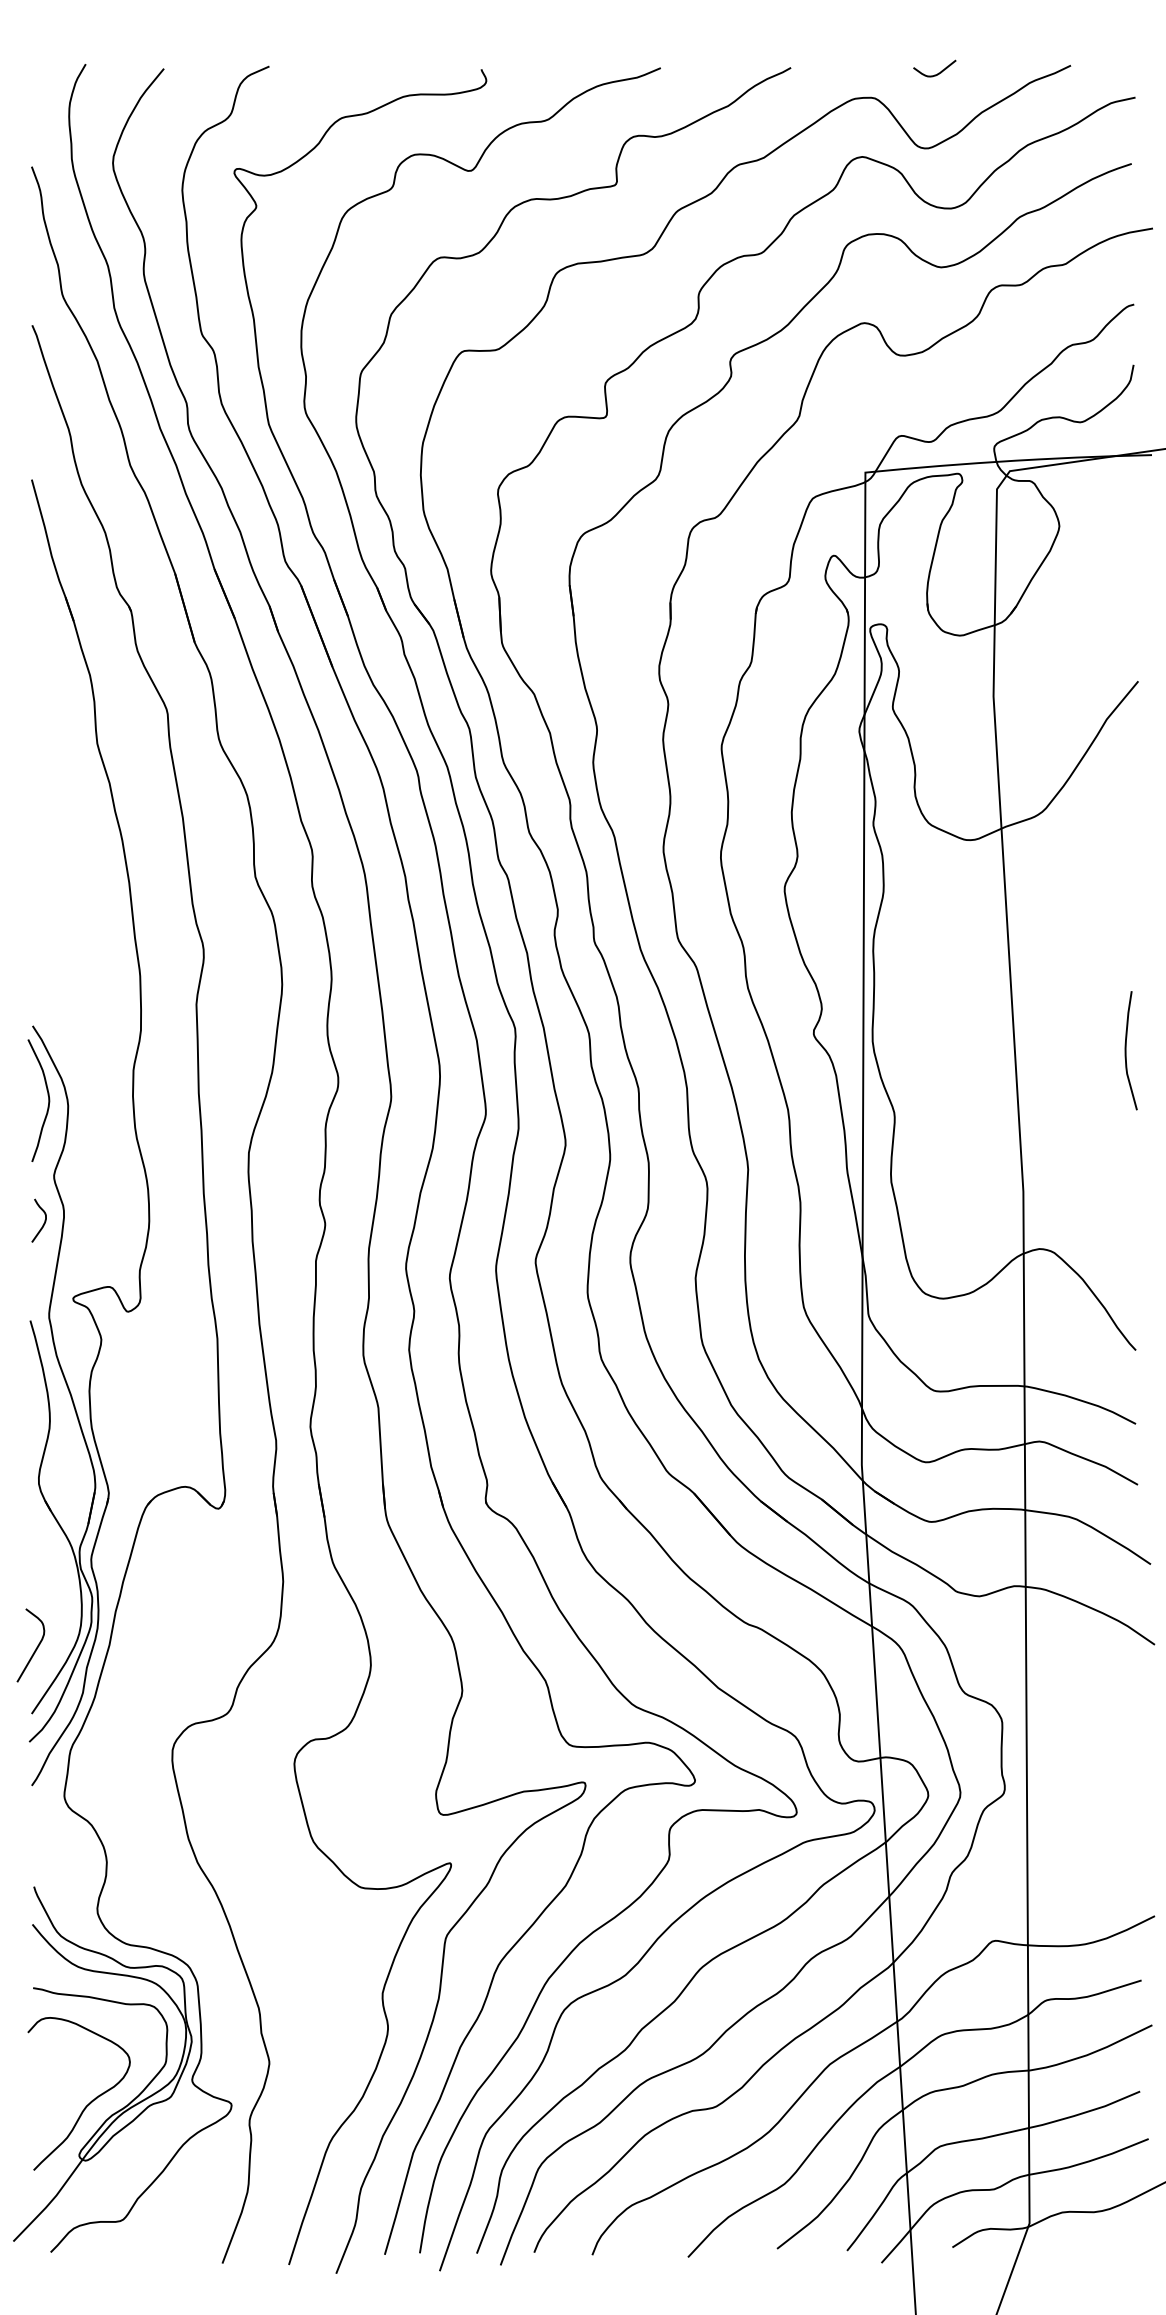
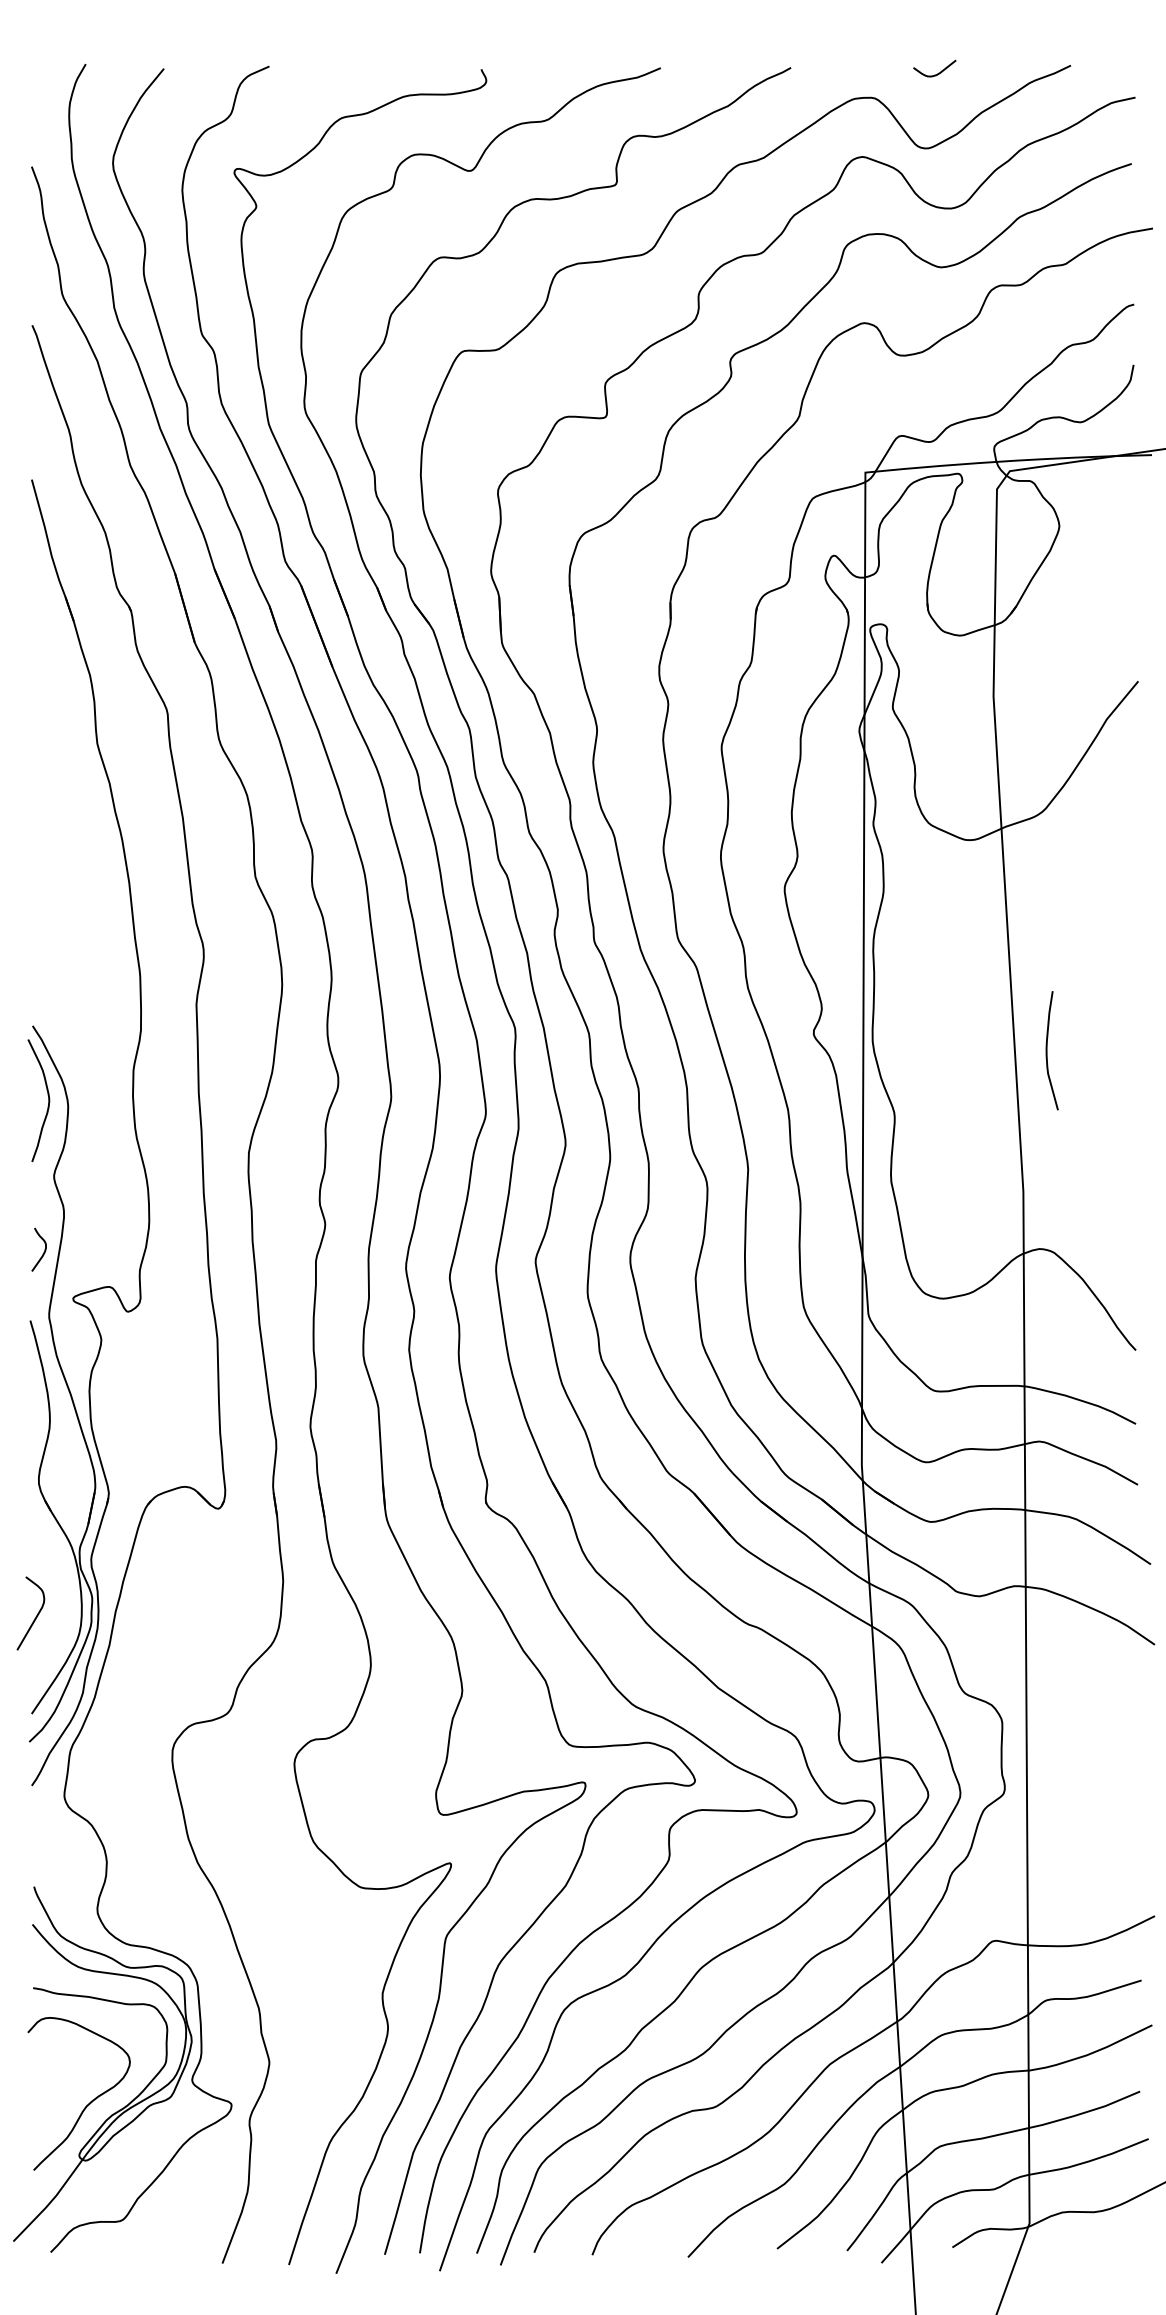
curve at (1126, 1050) position: (1126, 1050) -> (1047, 1050)
curve at (43, 1223) position: (43, 1223) -> (43, 1252)
curve at (35, 1648) position: (35, 1648) -> (35, 1616)
